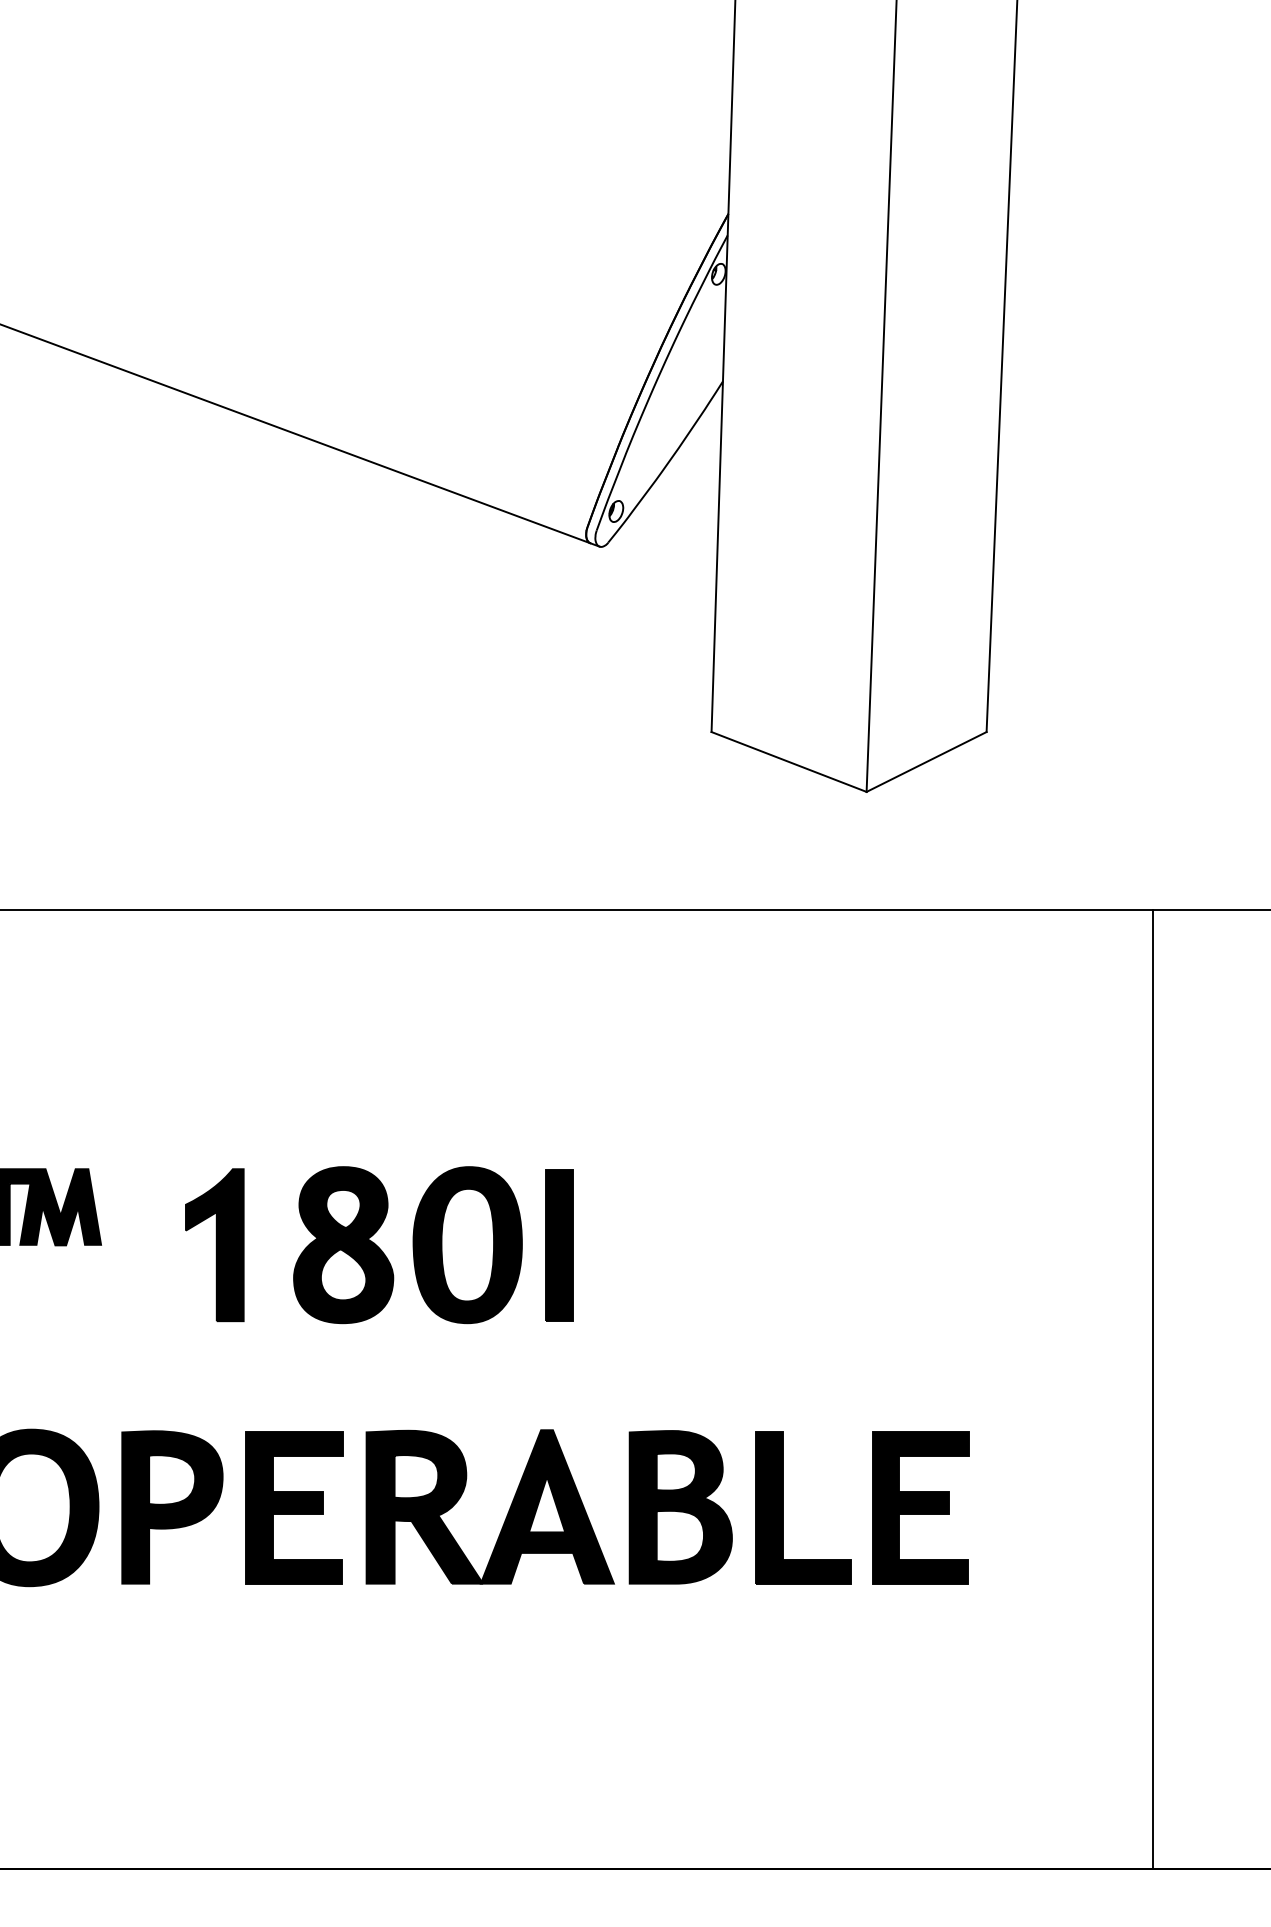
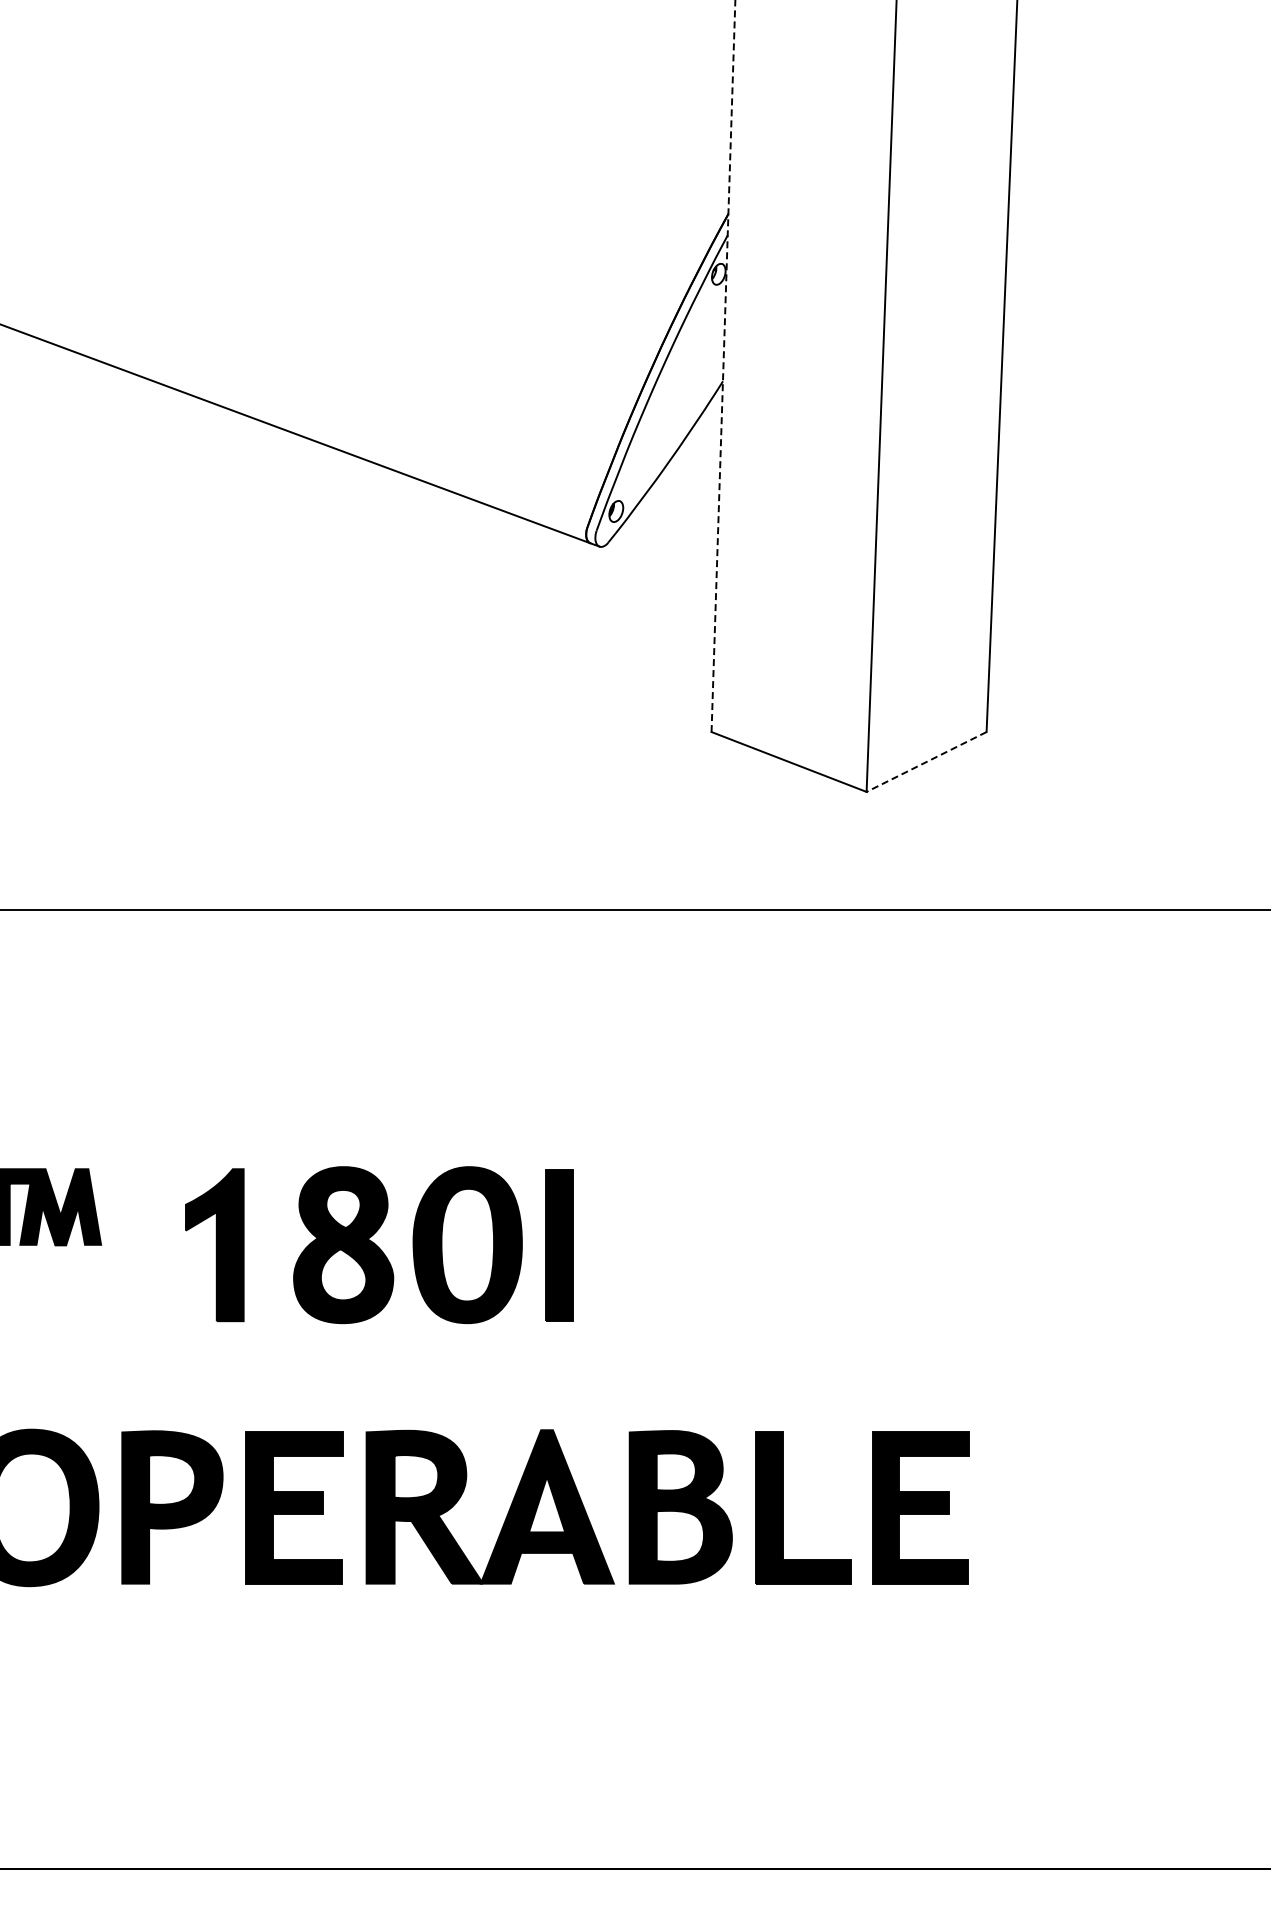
line at (723, 366): solid -> dashed
line at (926, 762): solid -> dashed
line at (1152, 1389): present -> none
